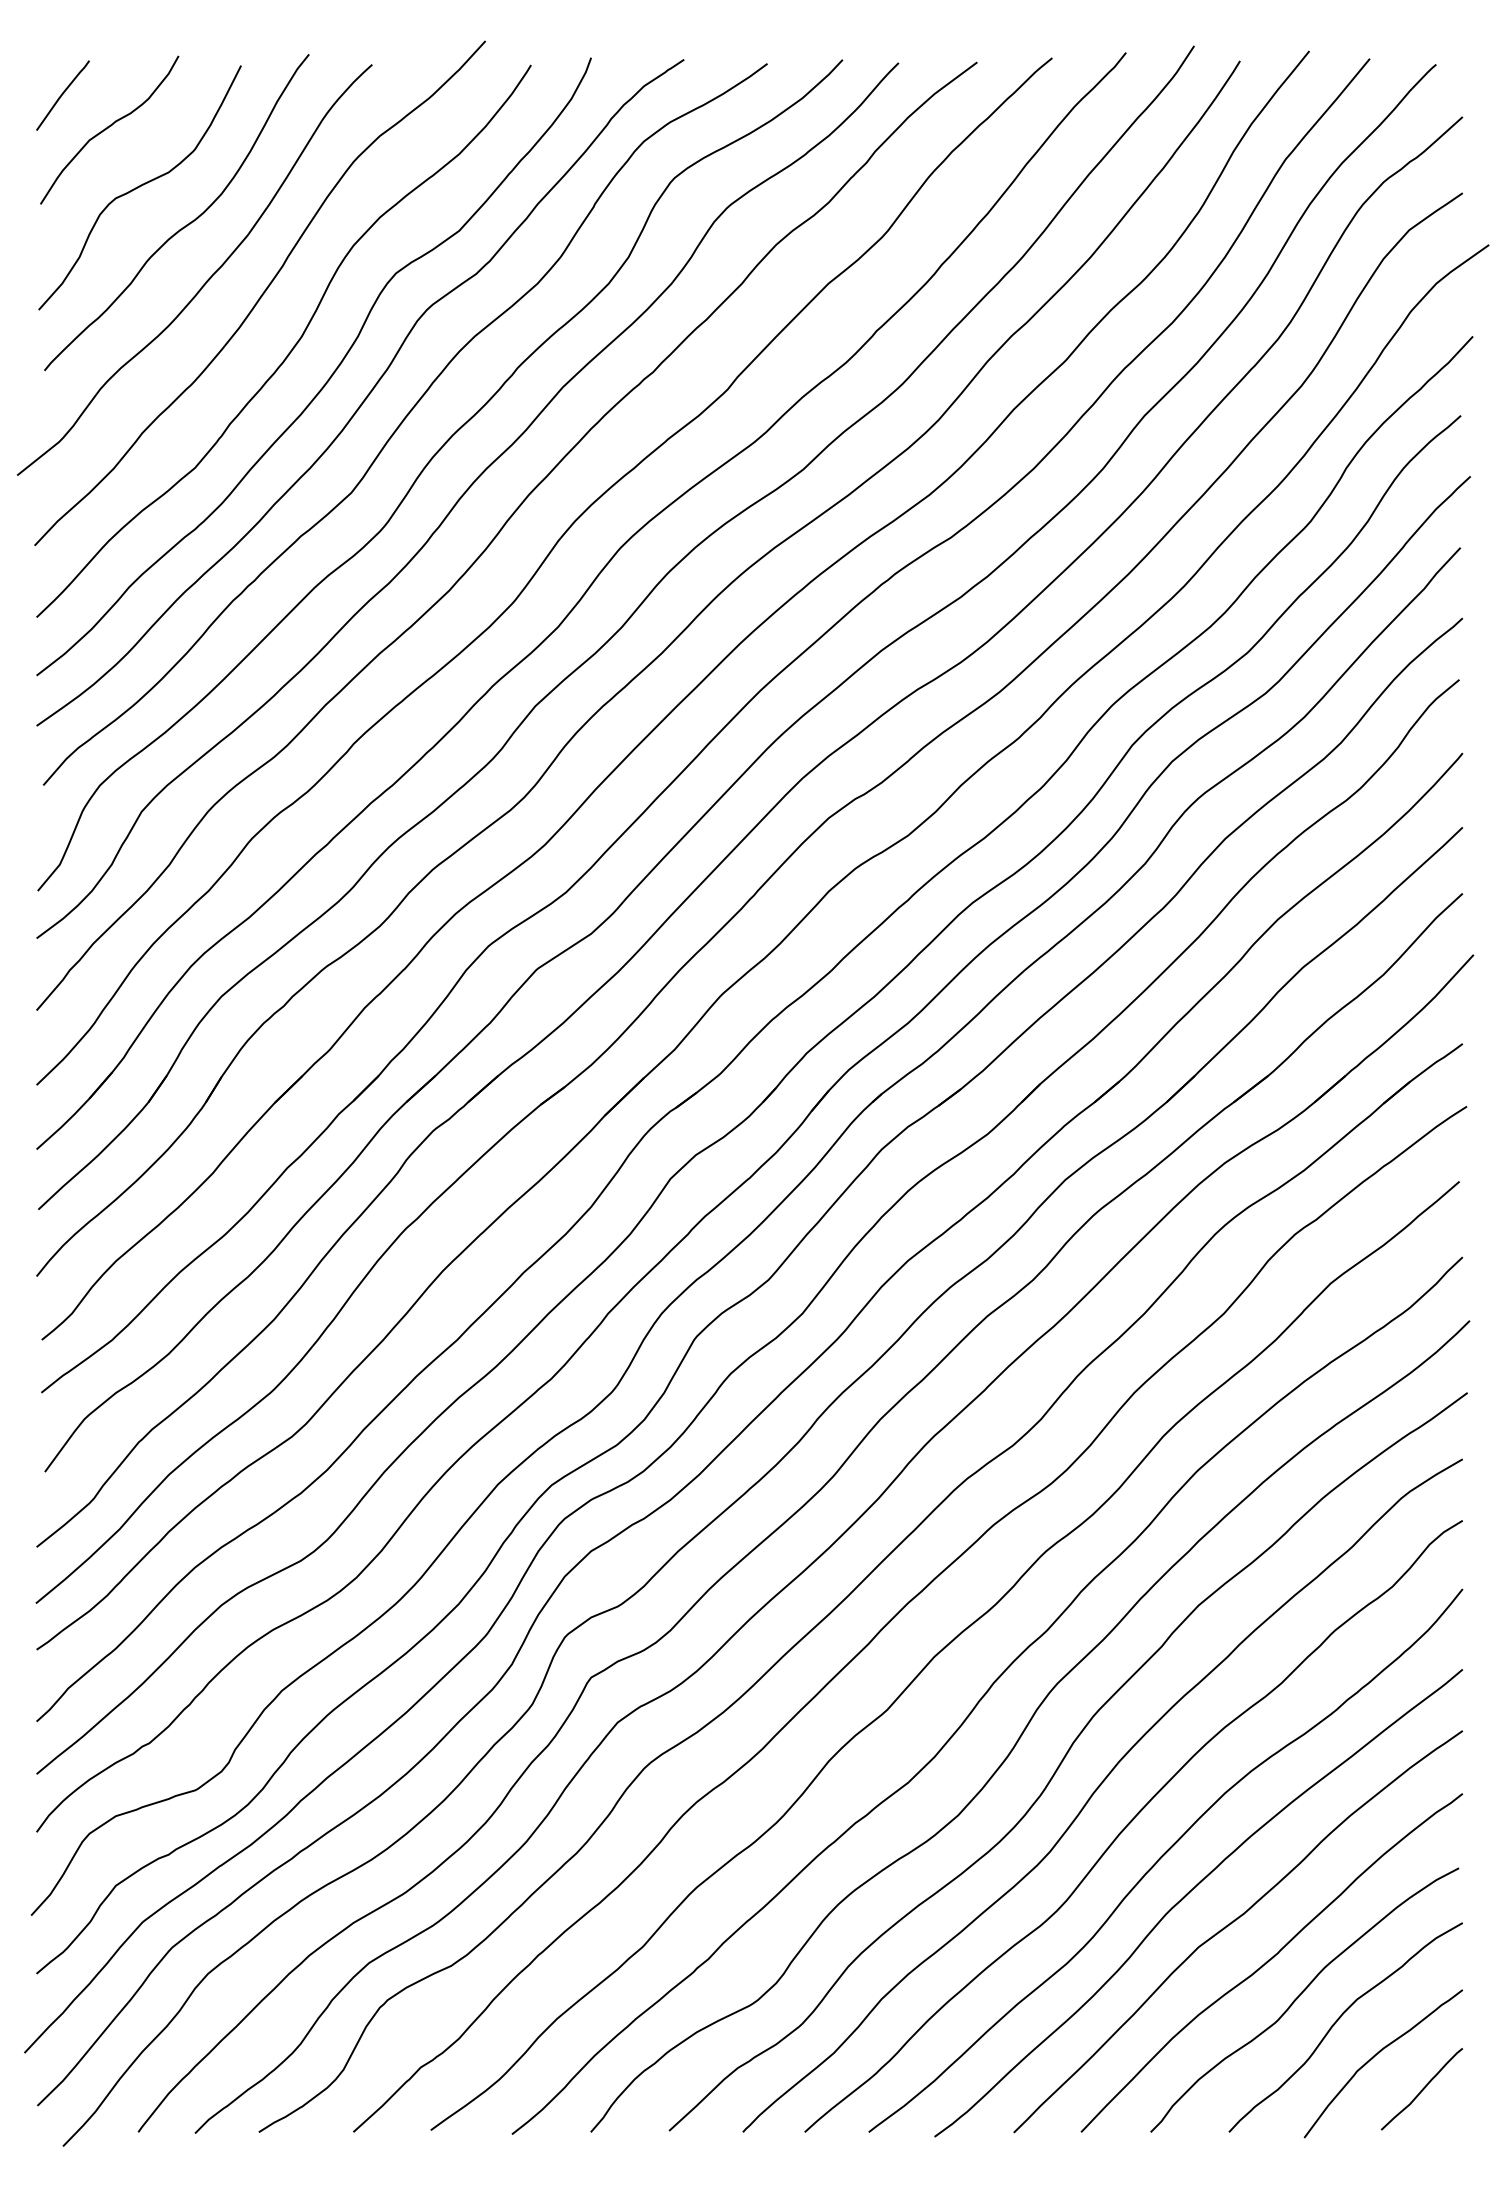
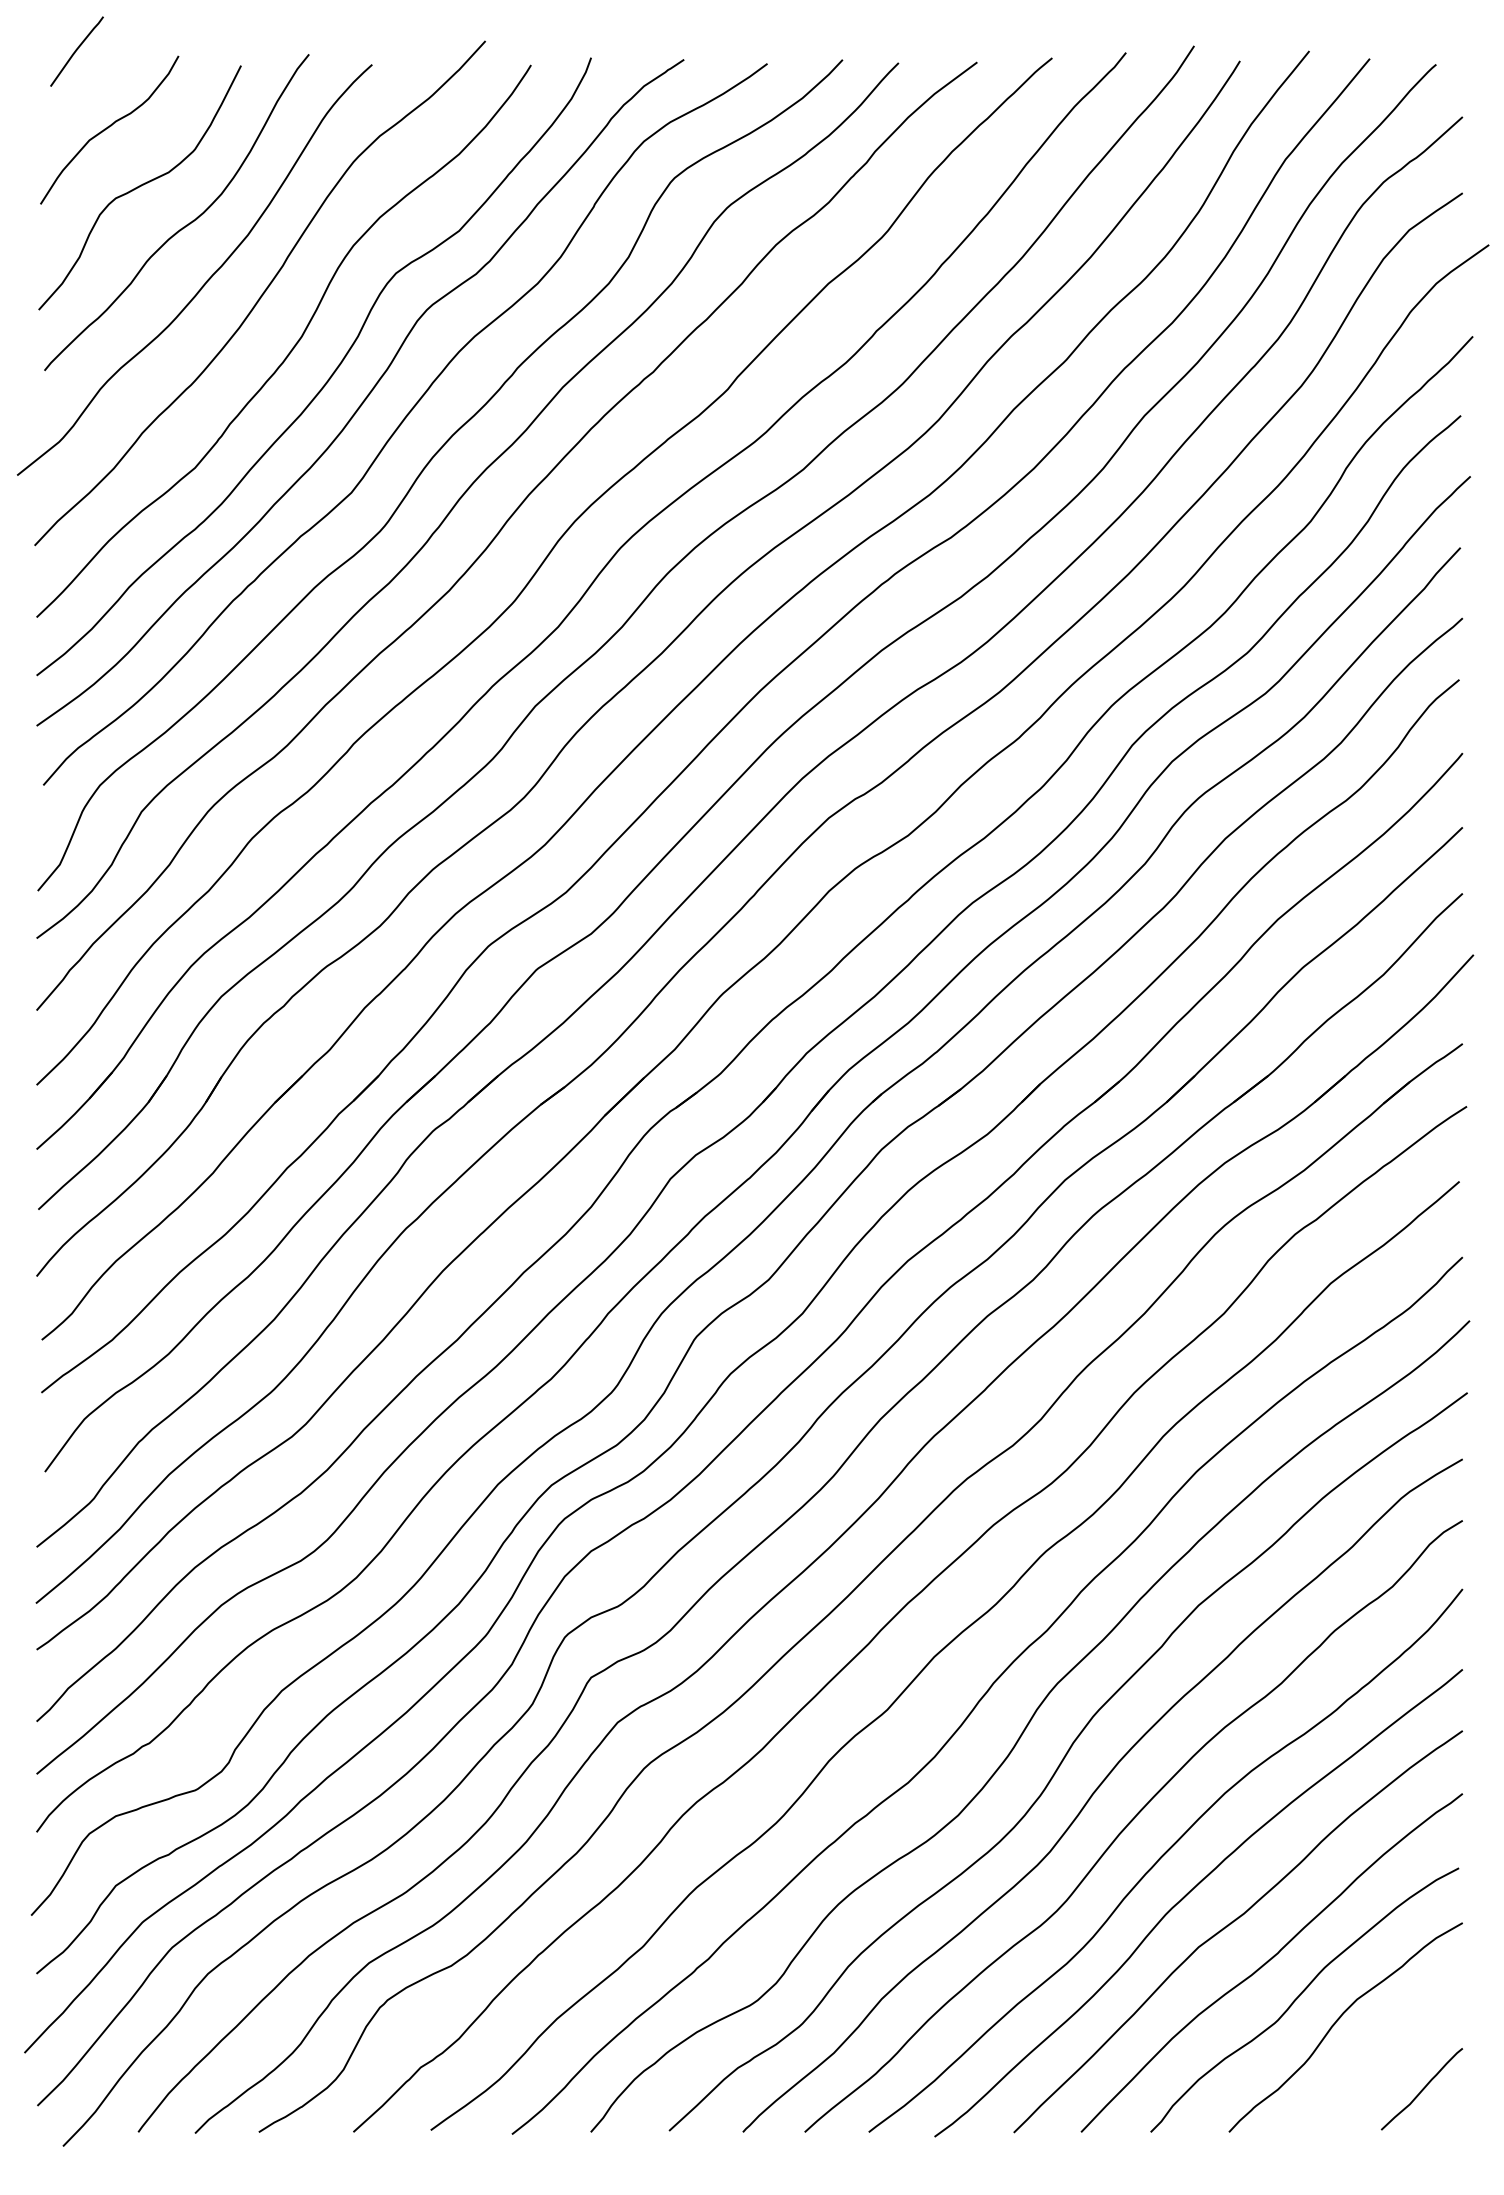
curve at (62, 95) position: (62, 95) -> (76, 51)
curve at (1376, 2055): present -> none
